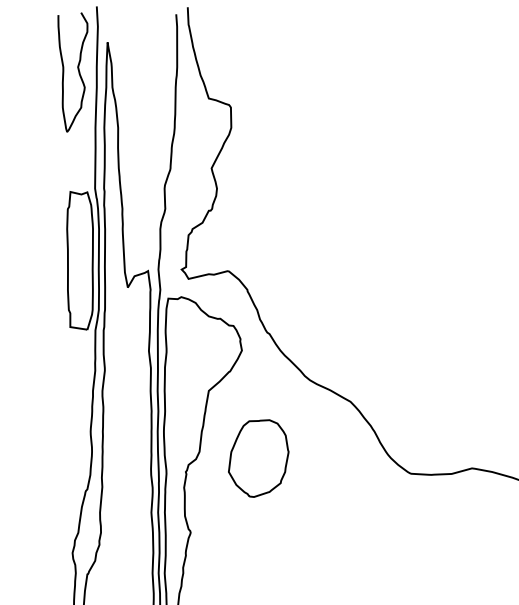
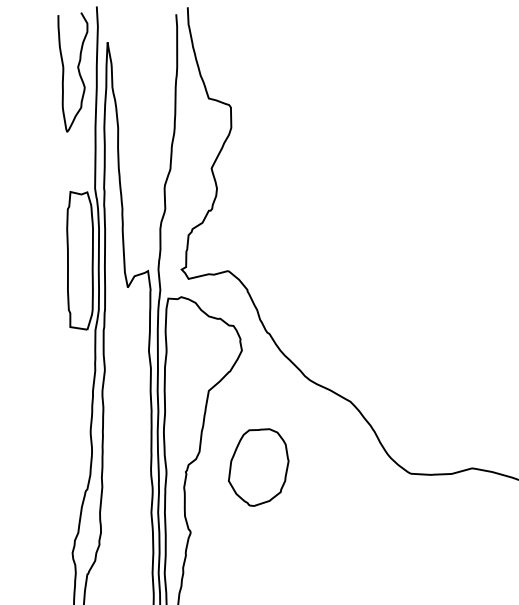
part at (258, 458) position: (258, 458) -> (258, 467)
